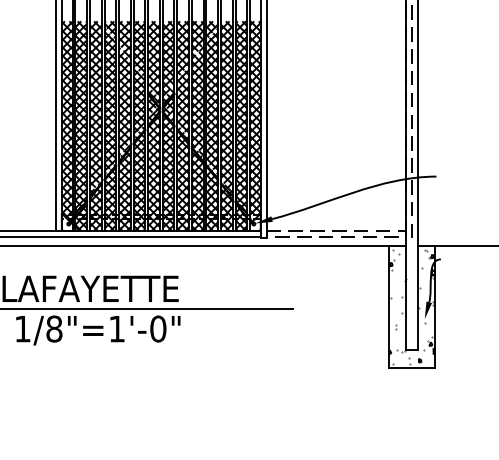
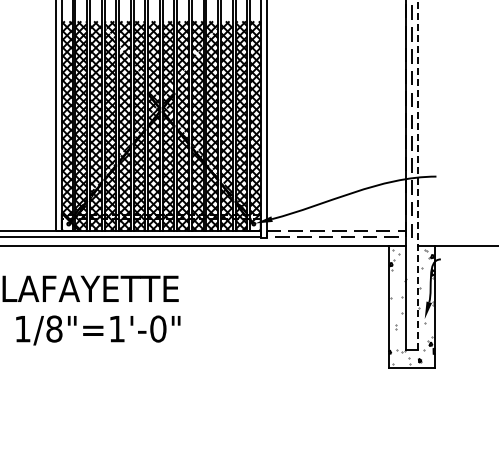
line at (417, 175): solid -> dashed
line at (147, 309): present -> none
